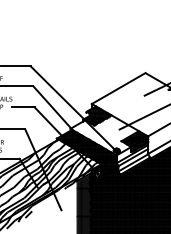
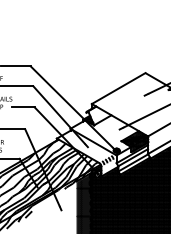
hatch at (99, 115): present -> none
hatch at (87, 152): present -> none
